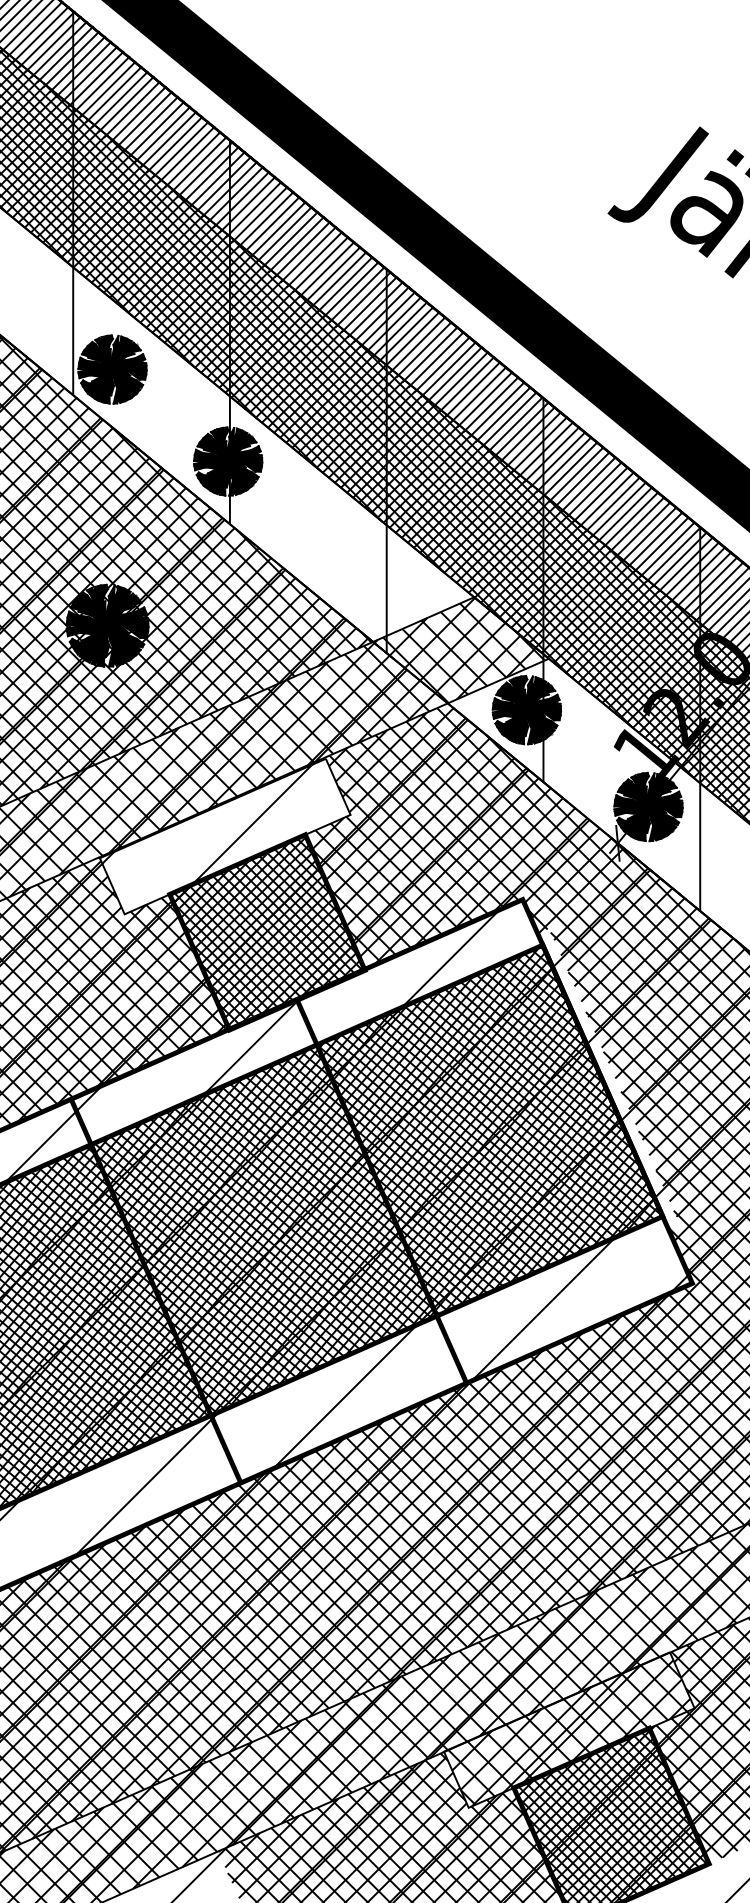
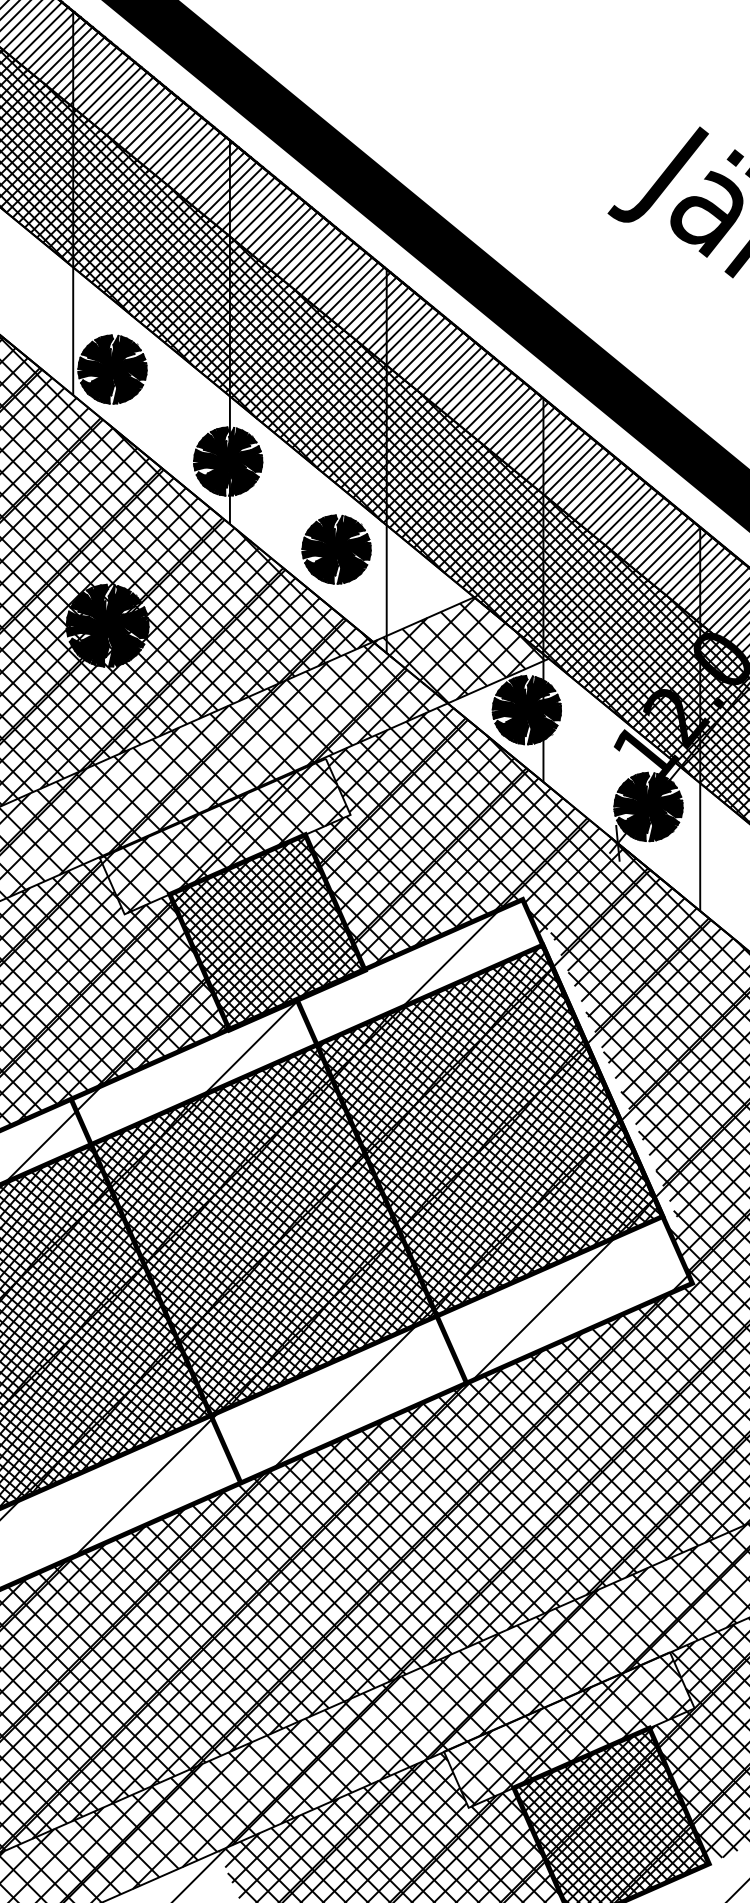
part at (336, 549): none -> present
hatch at (225, 837): none -> present
